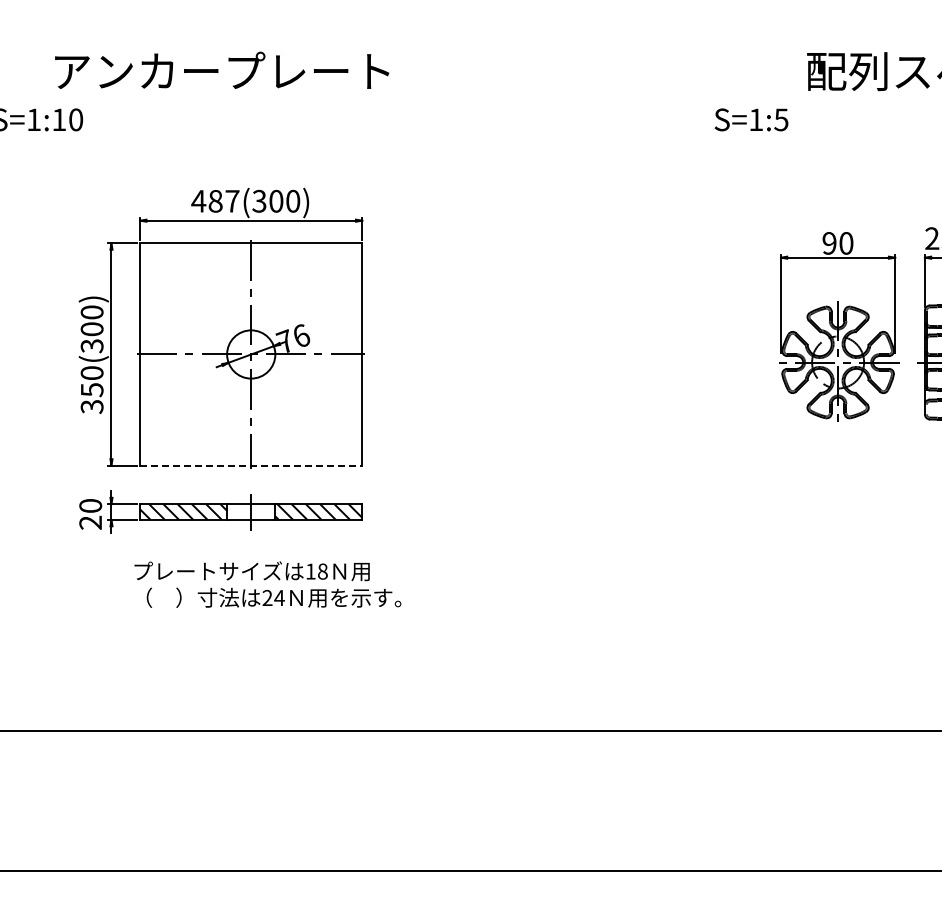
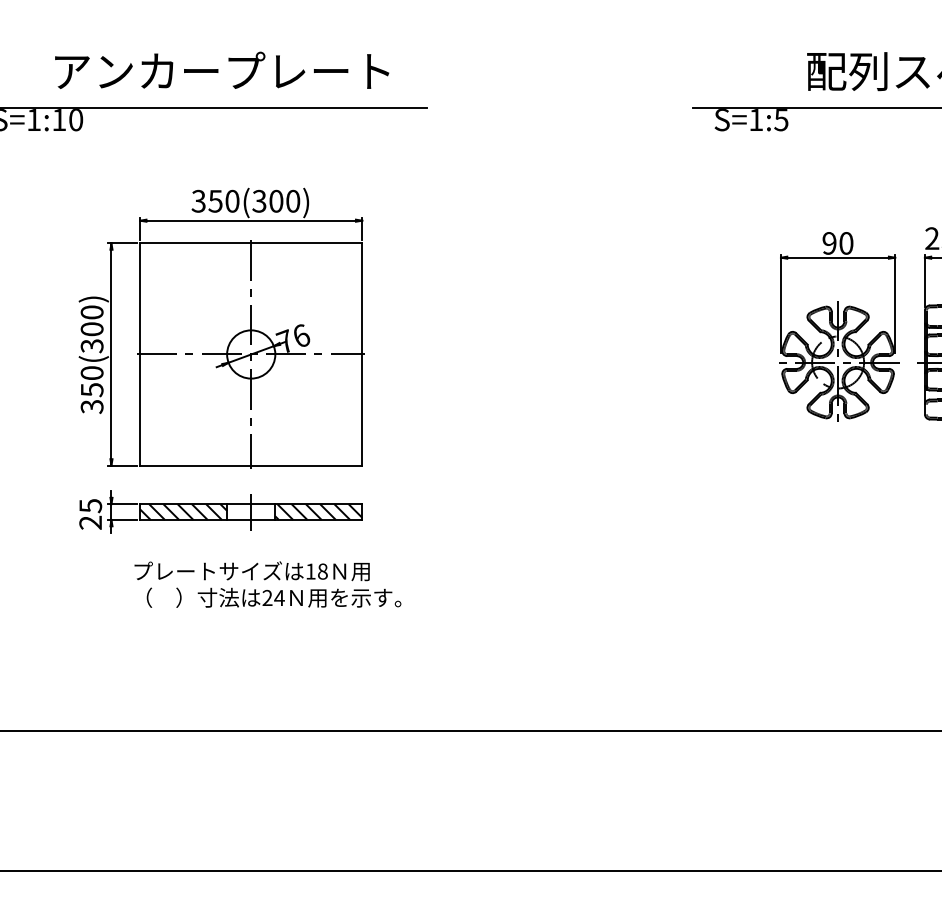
line at (214, 108): none -> present
line at (815, 108): none -> present
text at (215, 200): 487(300) -> 350(300)
line at (251, 465): dashed -> solid
text at (90, 506): 20 -> 25
